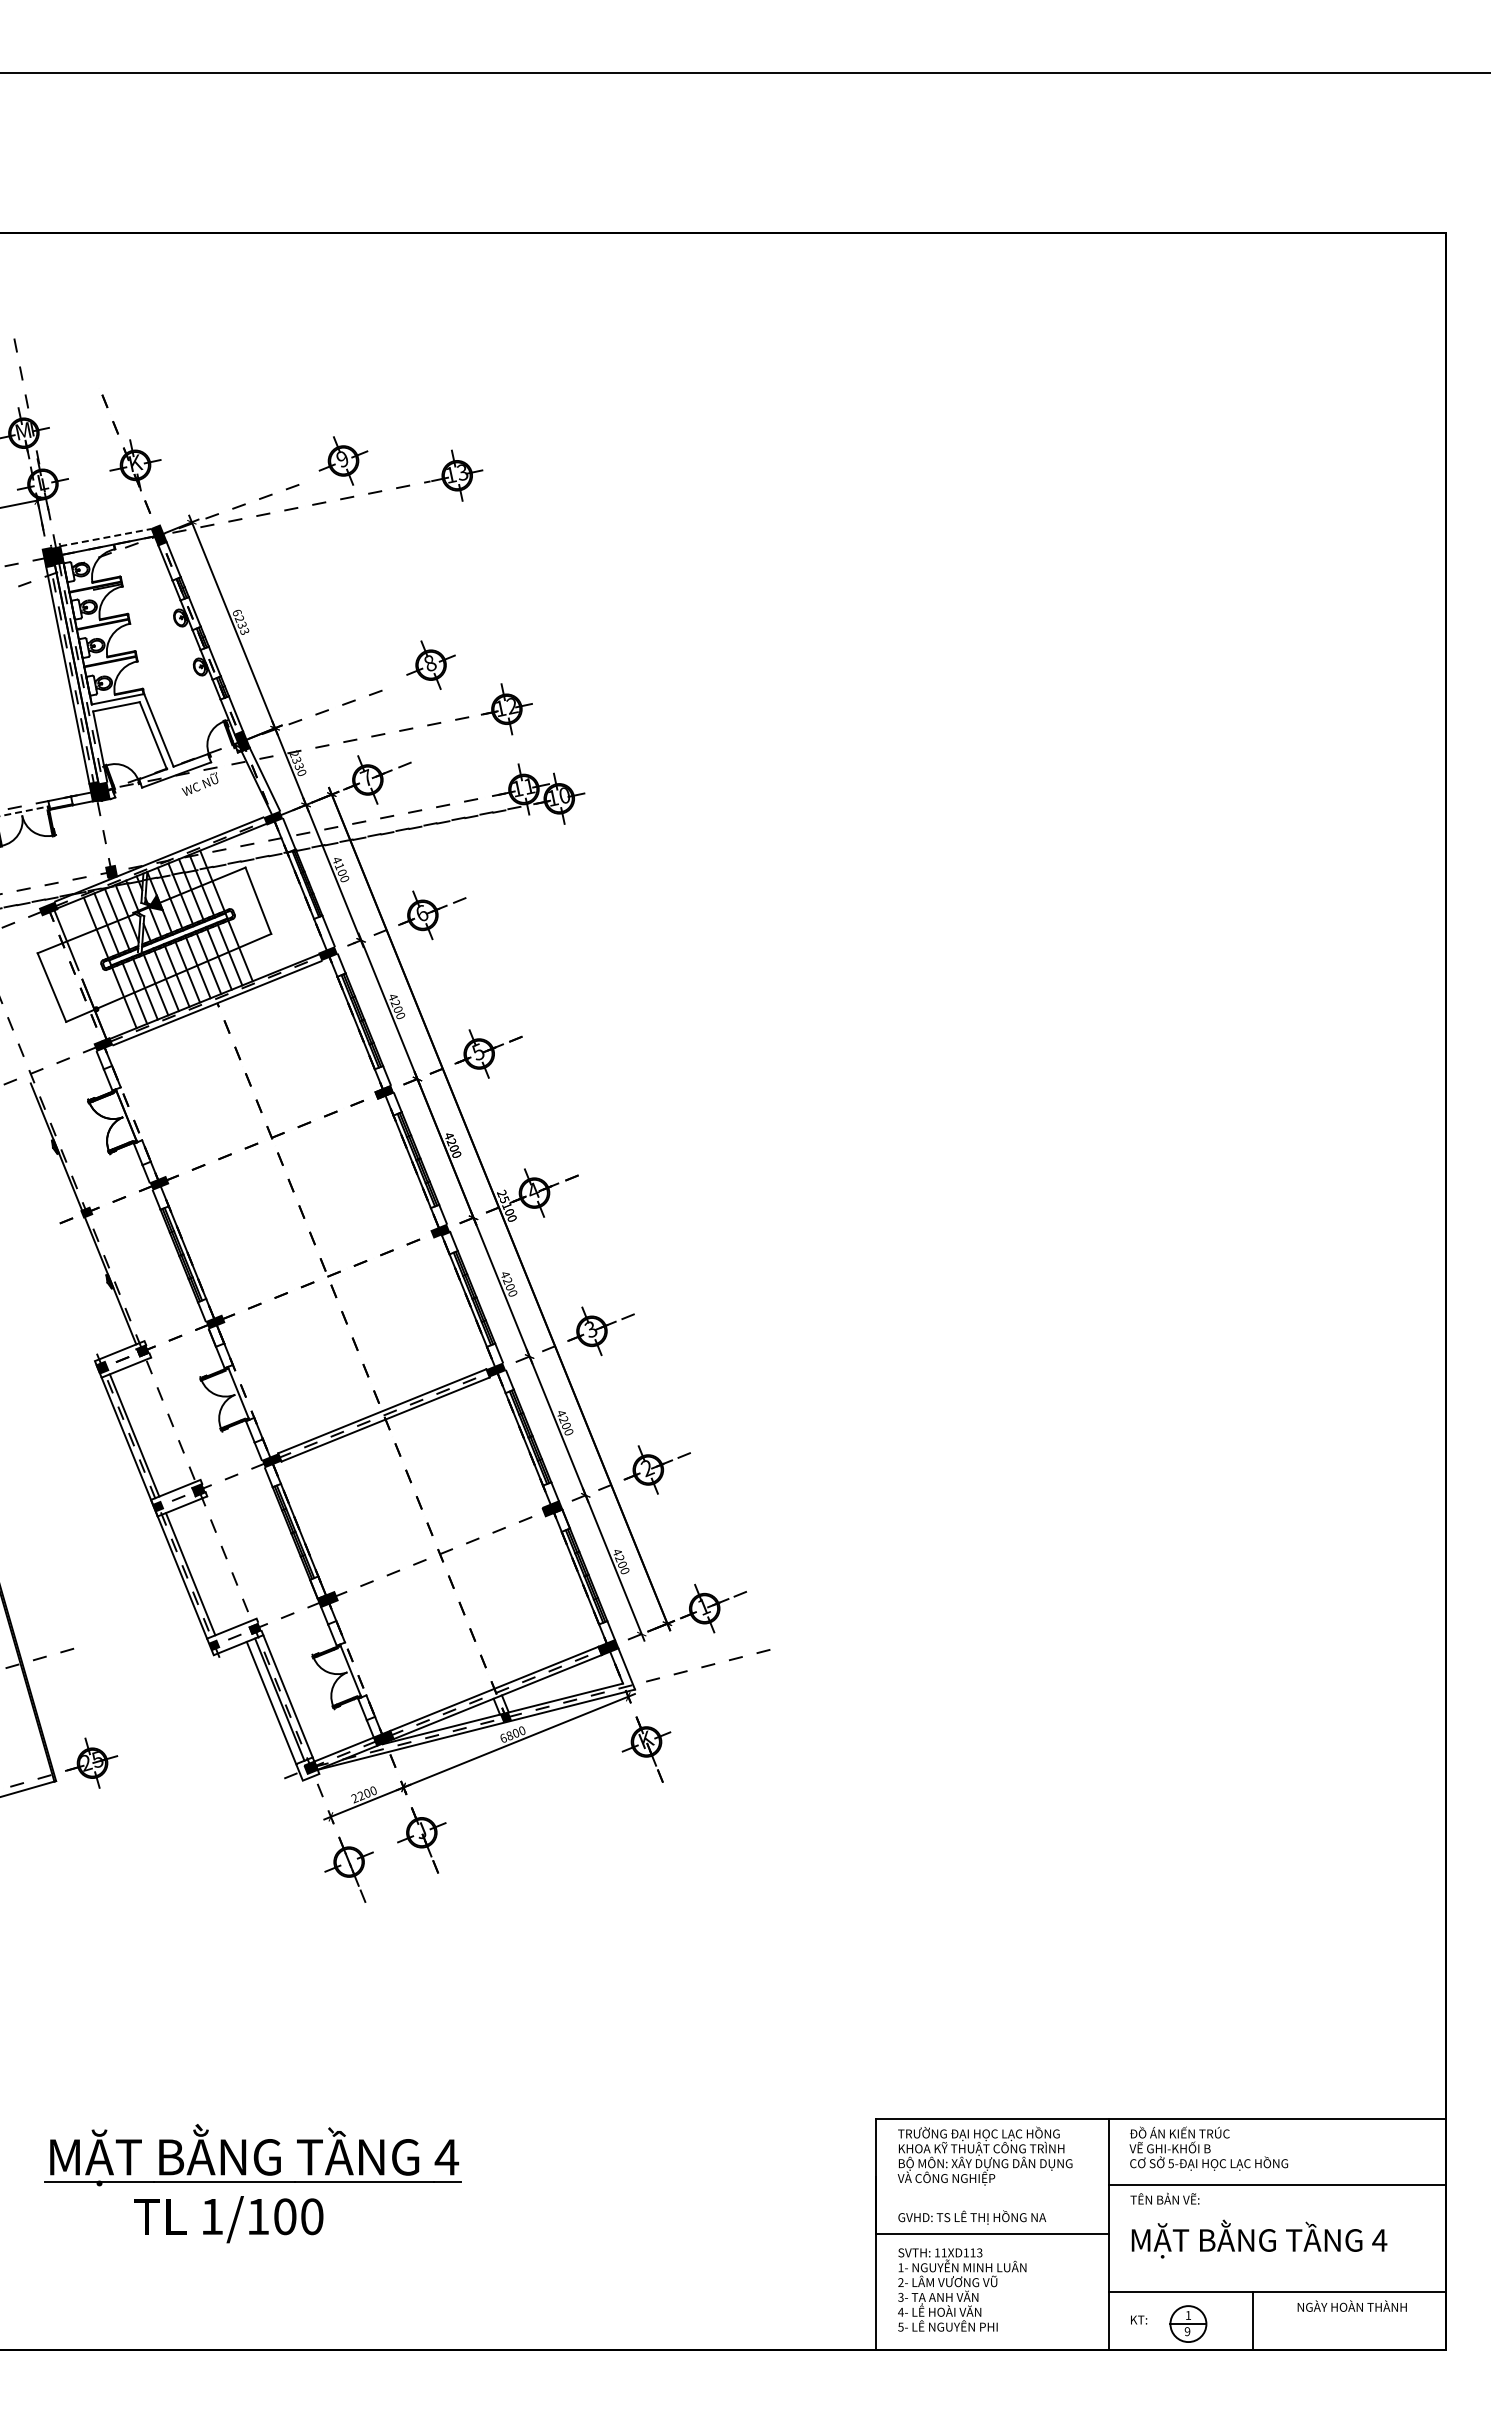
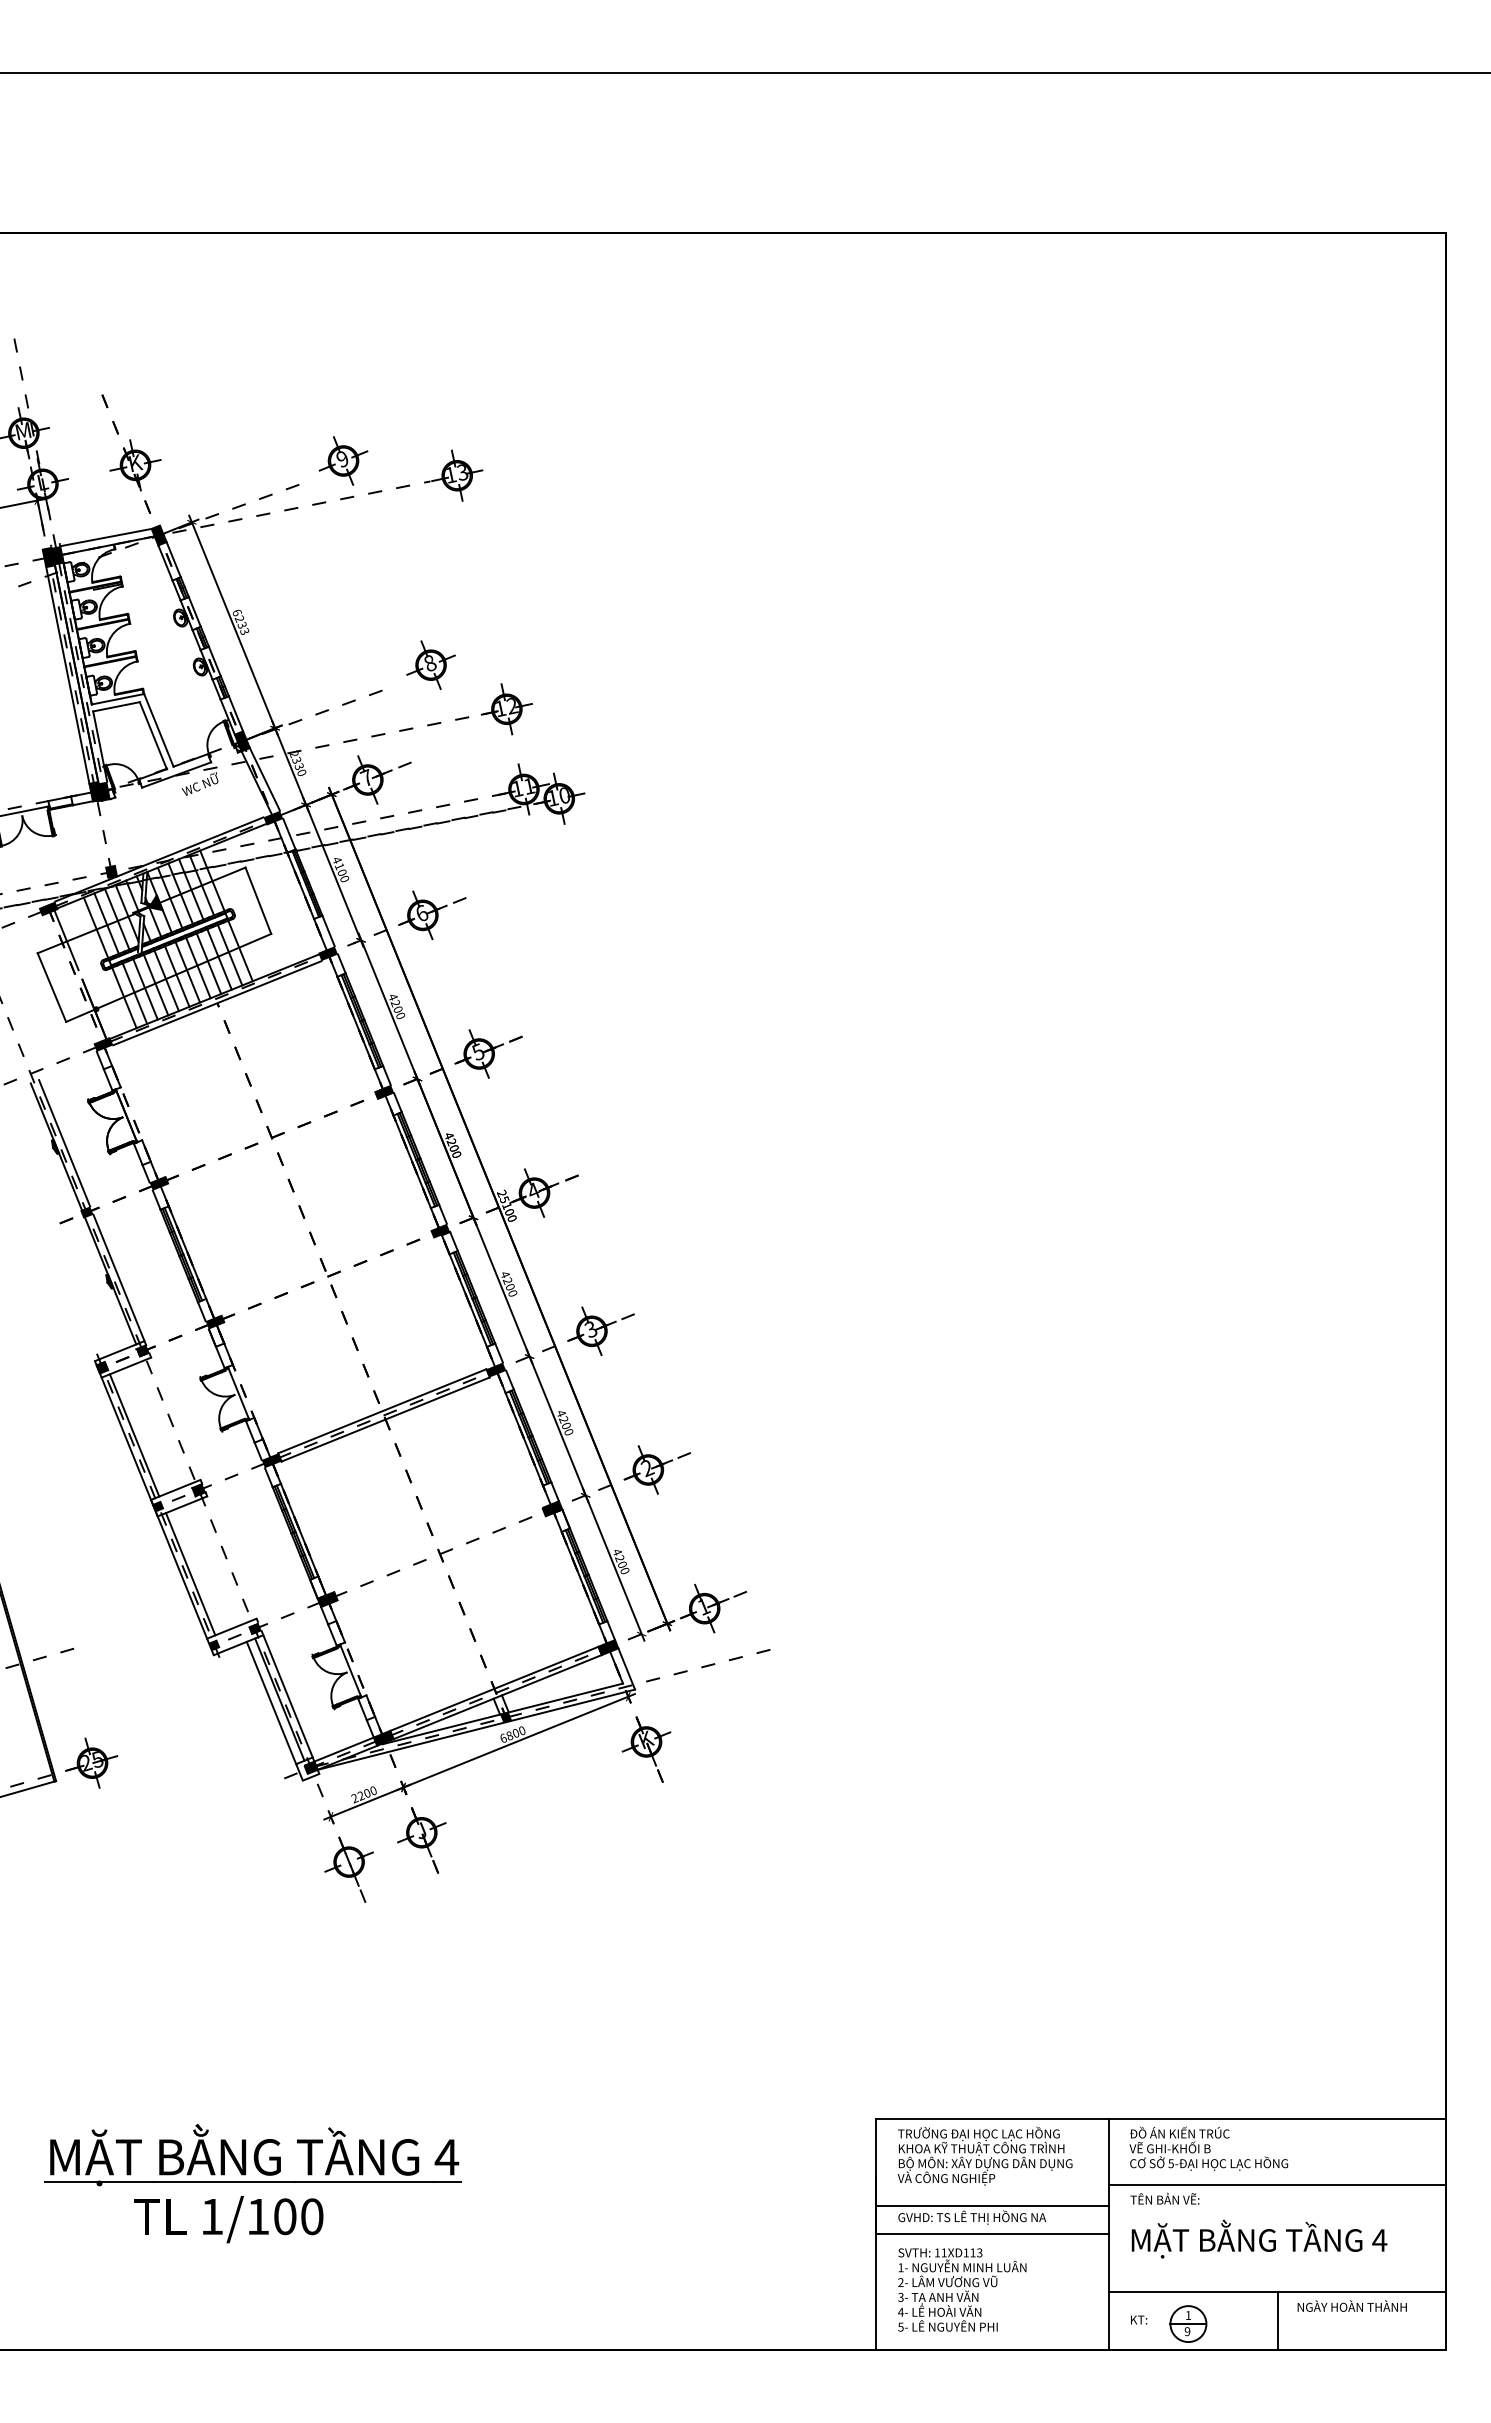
line at (105, 537): dashed -> solid
line at (25, 811): dashed -> solid
line at (64, 1143): none -> present
line at (118, 1277): none -> present
line at (992, 2205): none -> present
line at (1252, 2321) position: (1252, 2321) -> (1277, 2321)
